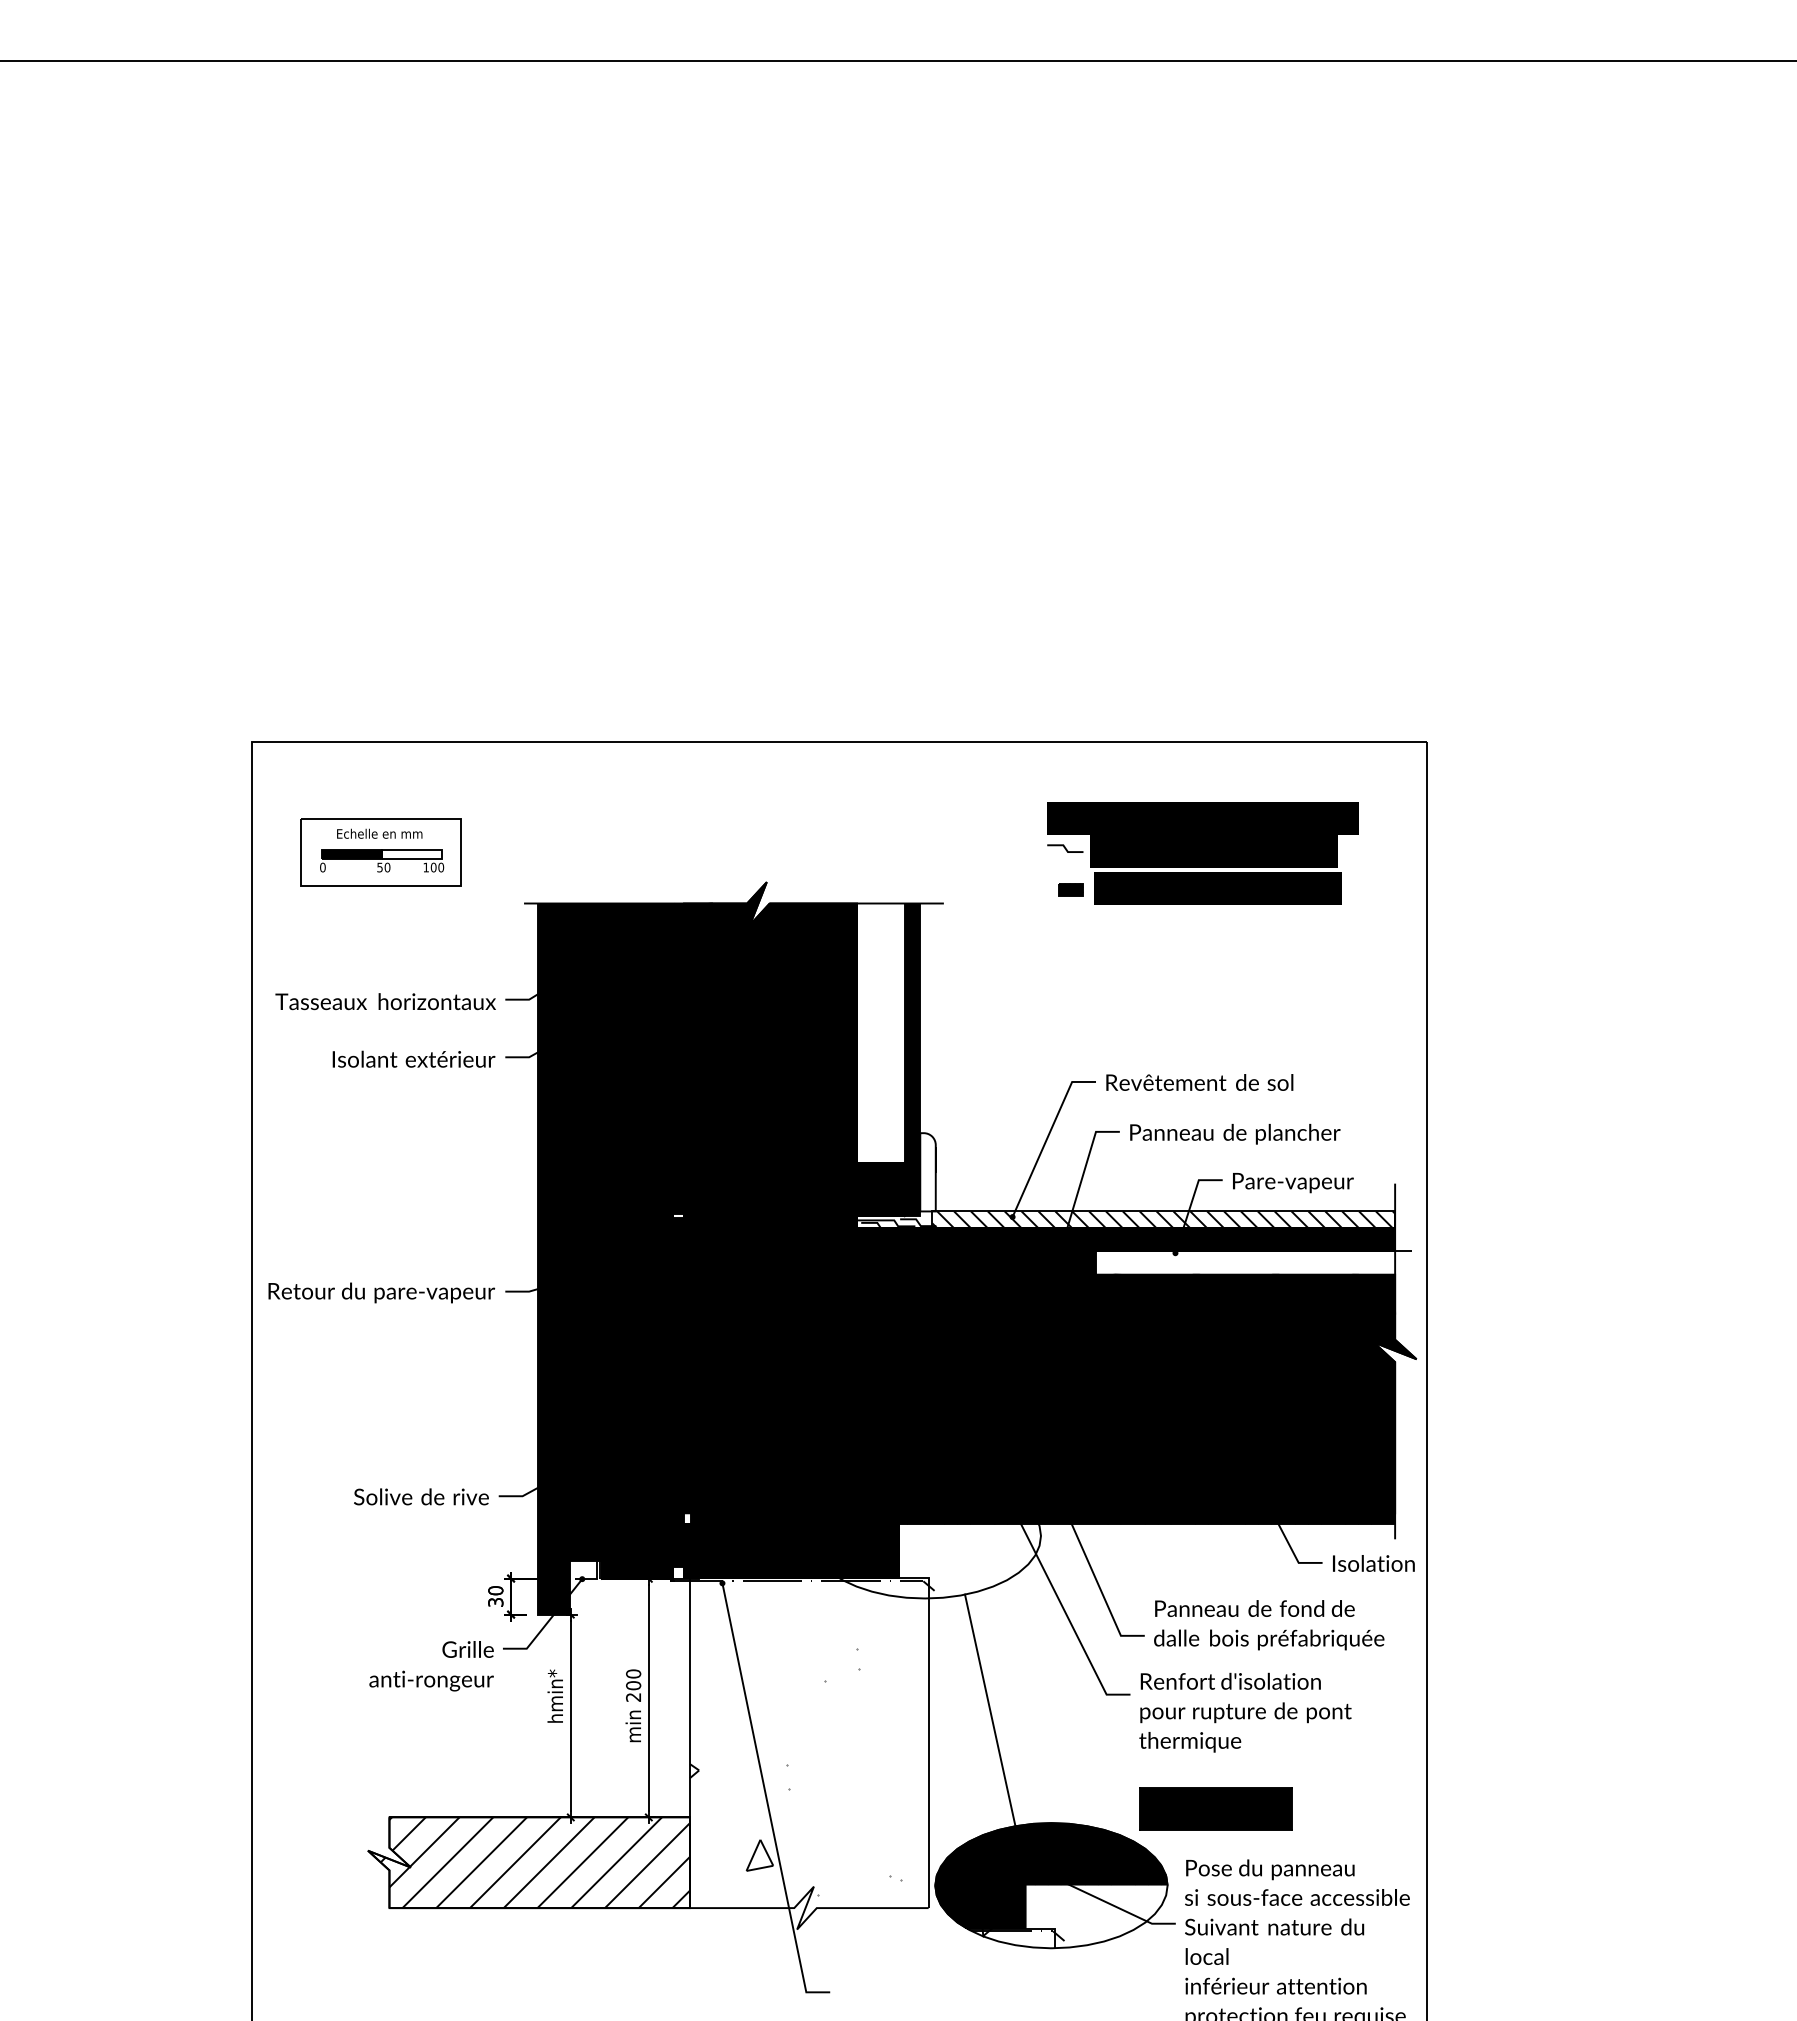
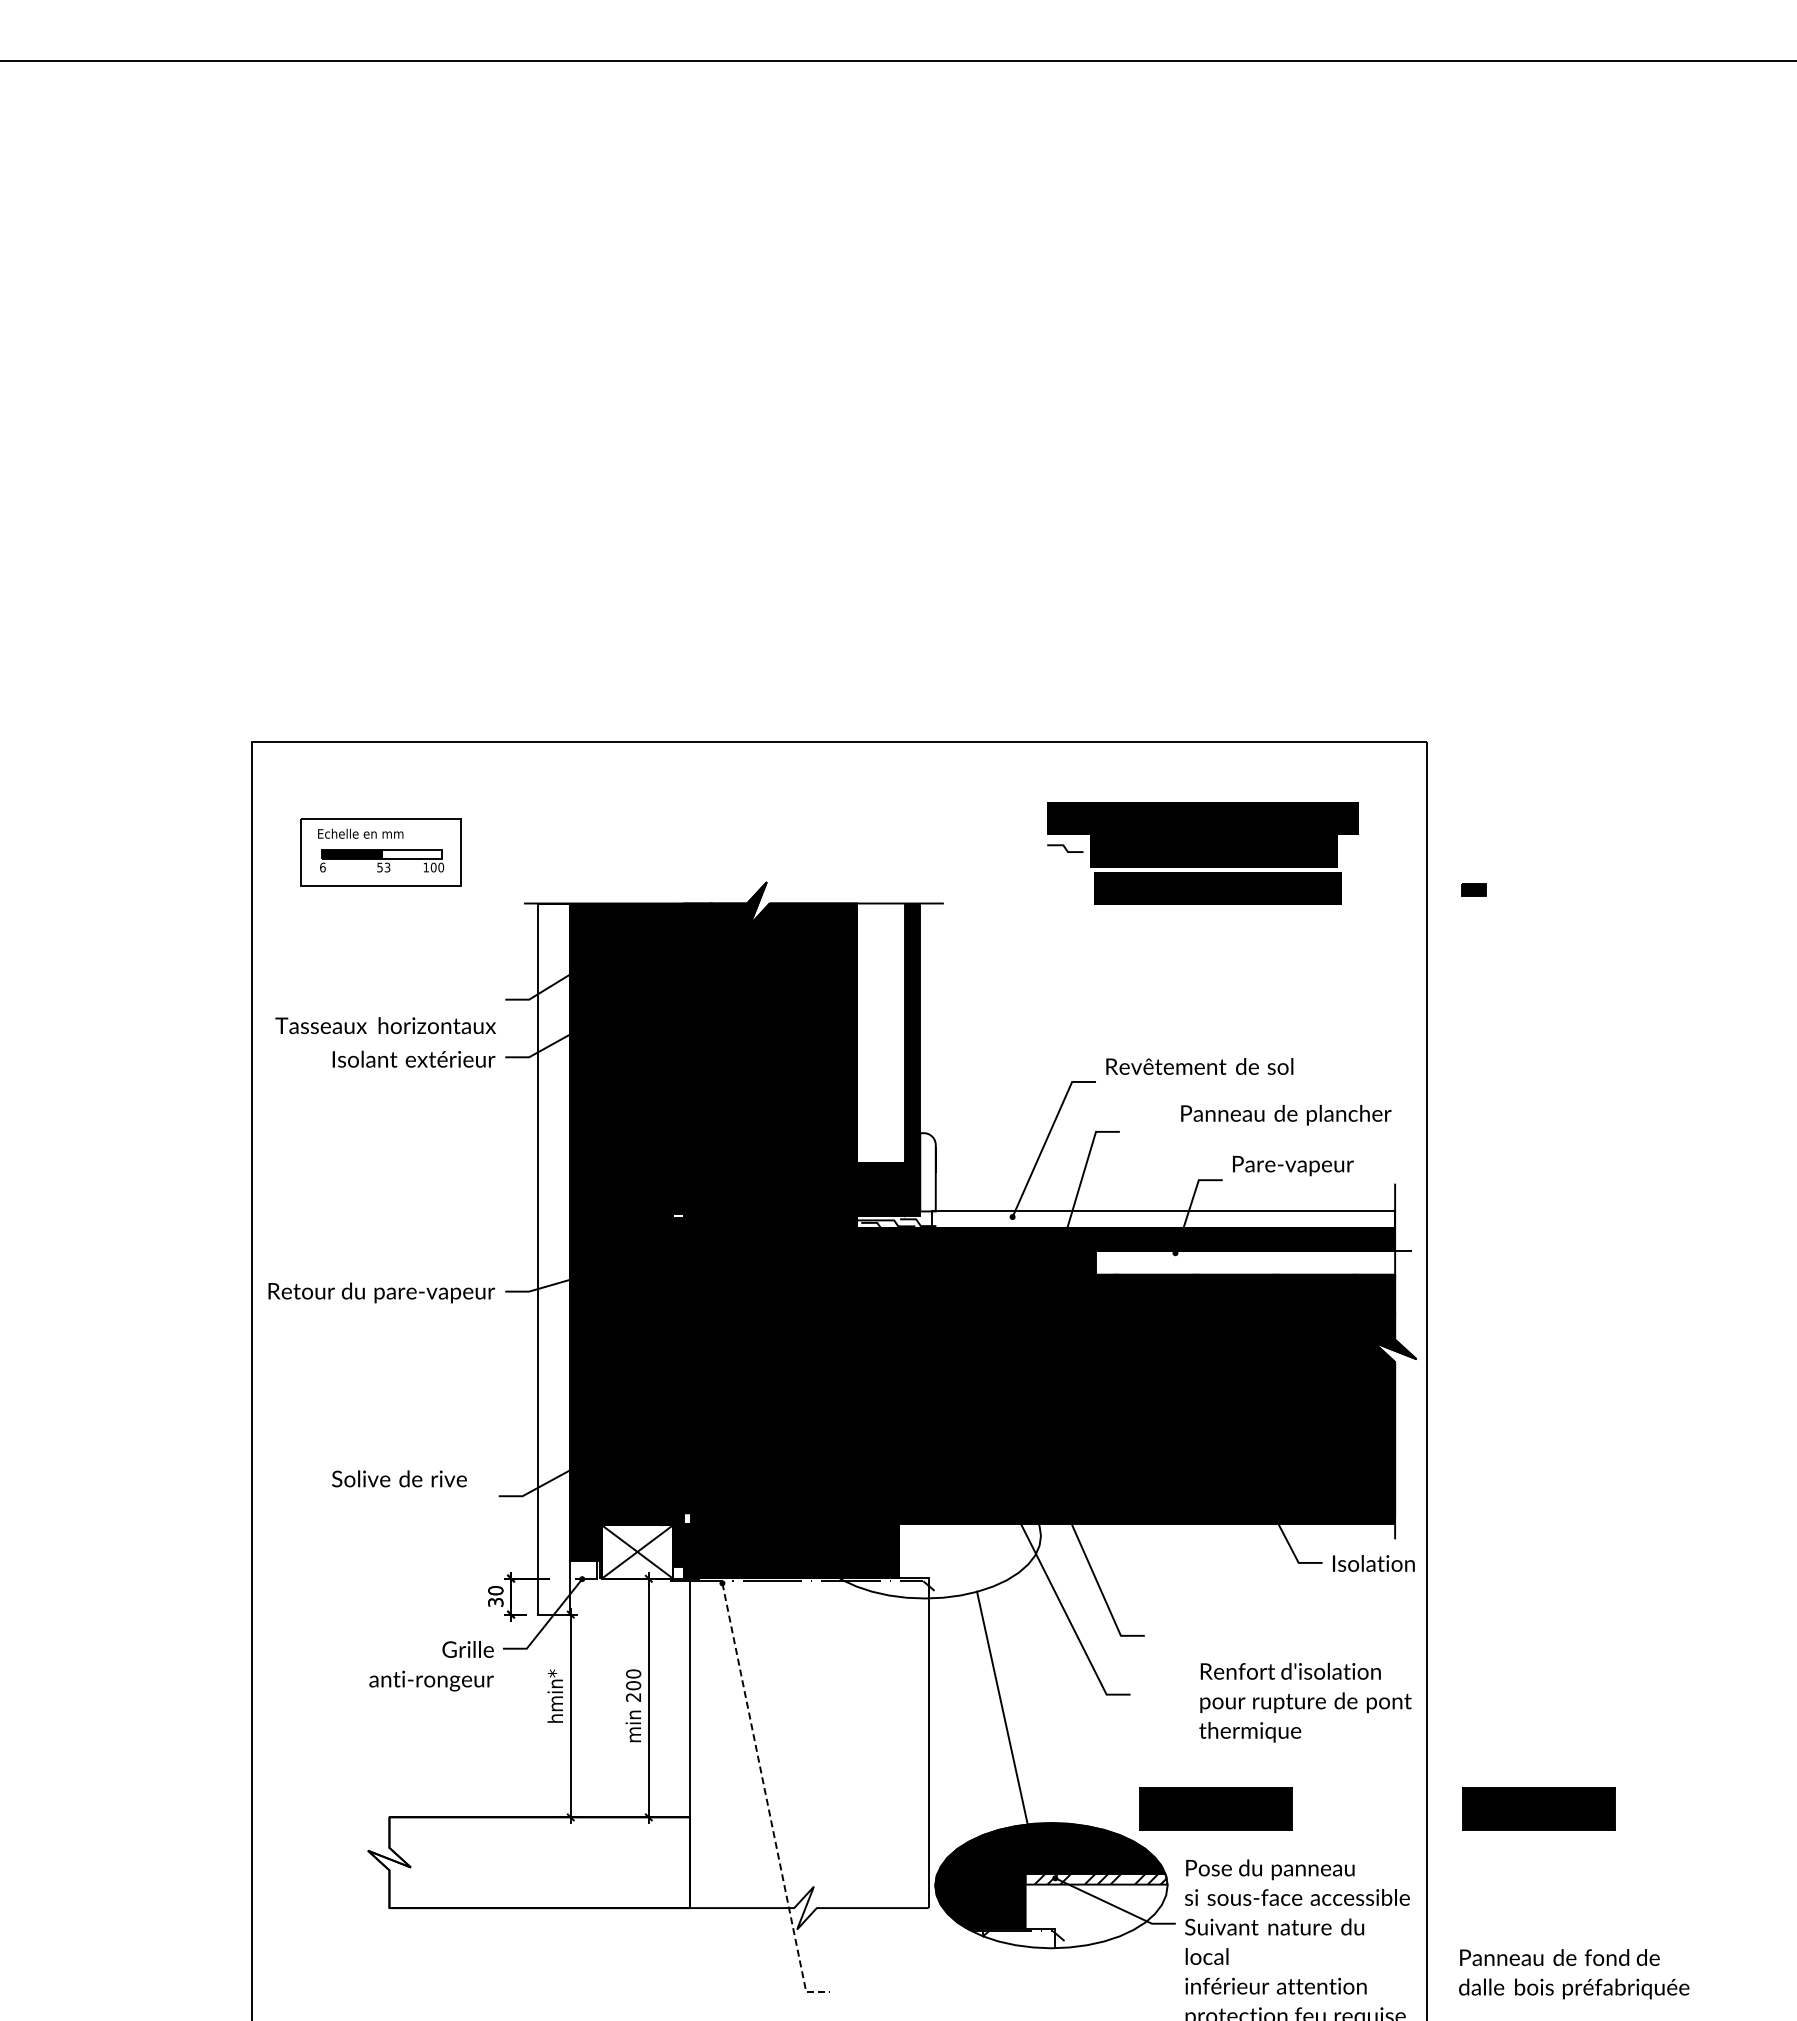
text at (379, 833) position: (379, 833) -> (360, 833)
text at (322, 867): 0 -> 6
text at (387, 867): 50 -> 53
part at (1070, 889) position: (1070, 889) -> (1473, 889)
text at (385, 1001) position: (385, 1001) -> (385, 1025)
text at (1199, 1082) position: (1199, 1082) -> (1199, 1066)
text at (1235, 1134) position: (1235, 1134) -> (1286, 1115)
text at (1293, 1183) position: (1293, 1183) -> (1293, 1166)
hatch at (1163, 1219): present -> none
fill at (553, 1258): present -> none
text at (421, 1496) position: (421, 1496) -> (399, 1478)
fill at (637, 1551): present -> none
text at (1269, 1625) position: (1269, 1625) -> (1574, 1974)
line at (990, 1710) position: (990, 1710) -> (1002, 1707)
text at (1245, 1712) position: (1245, 1712) -> (1305, 1702)
hatch at (795, 1771): present -> none
line at (767, 1800): solid -> dashed
part at (1538, 1808): none -> present
hatch at (535, 1862): present -> none
fill at (1096, 1878): present -> none
